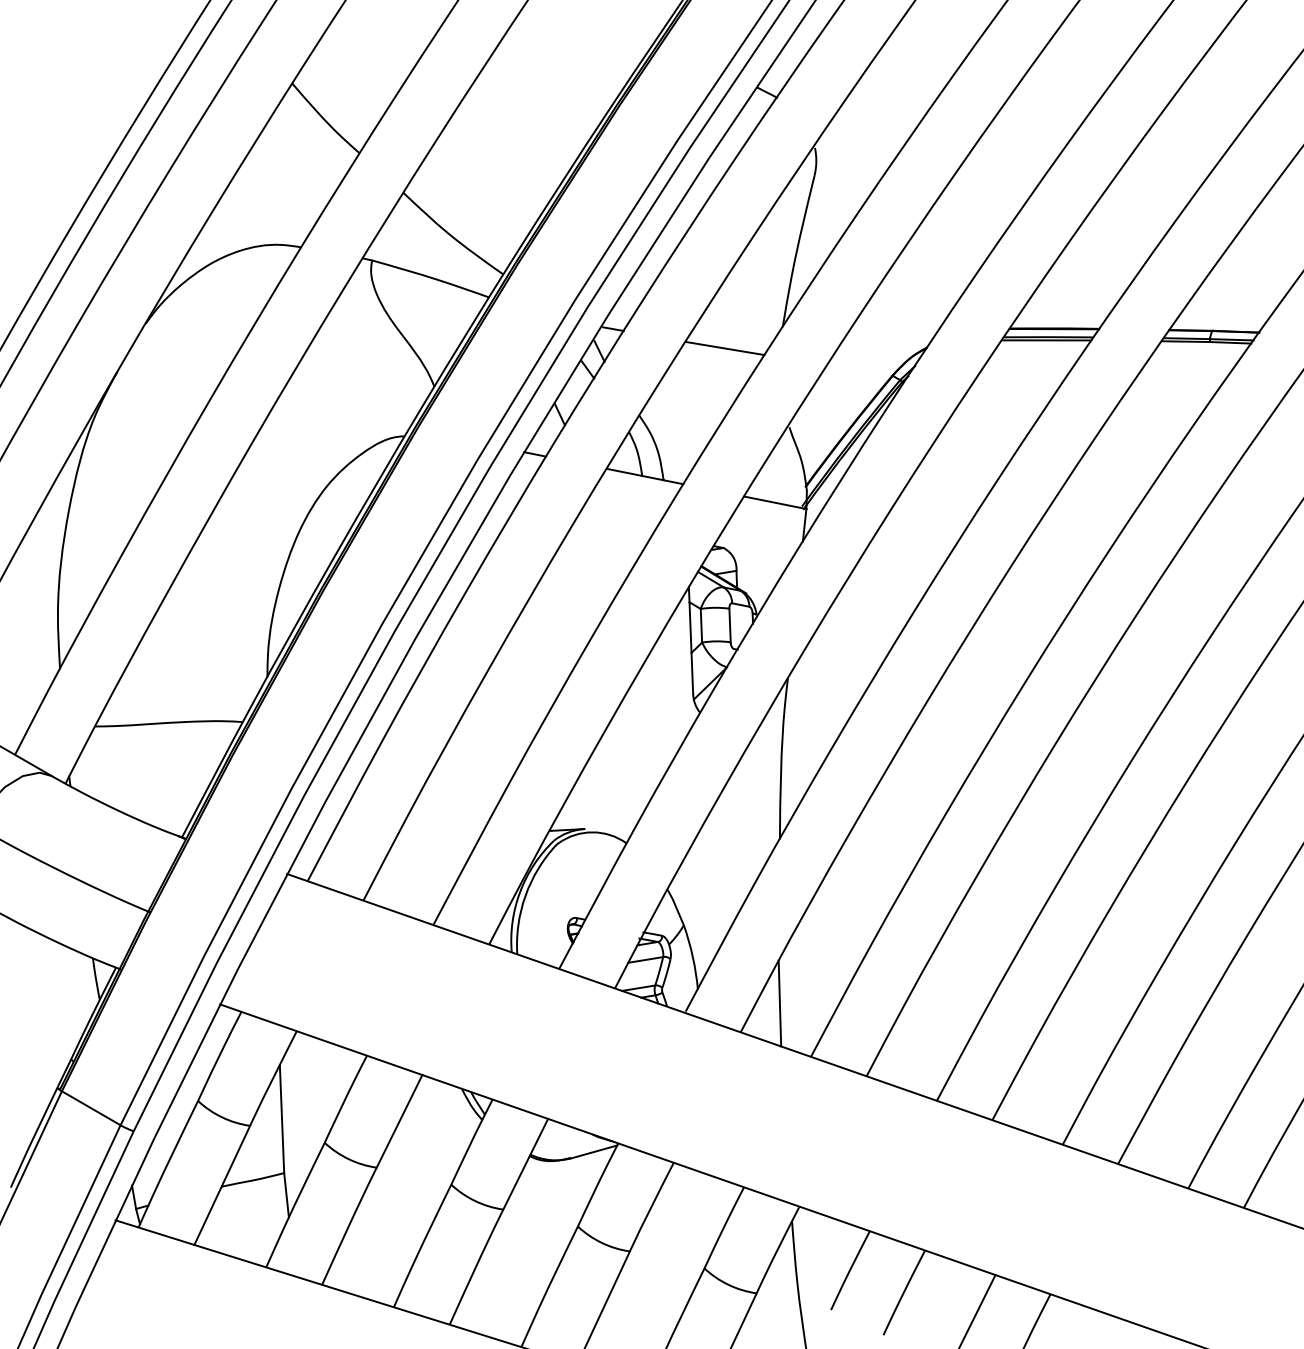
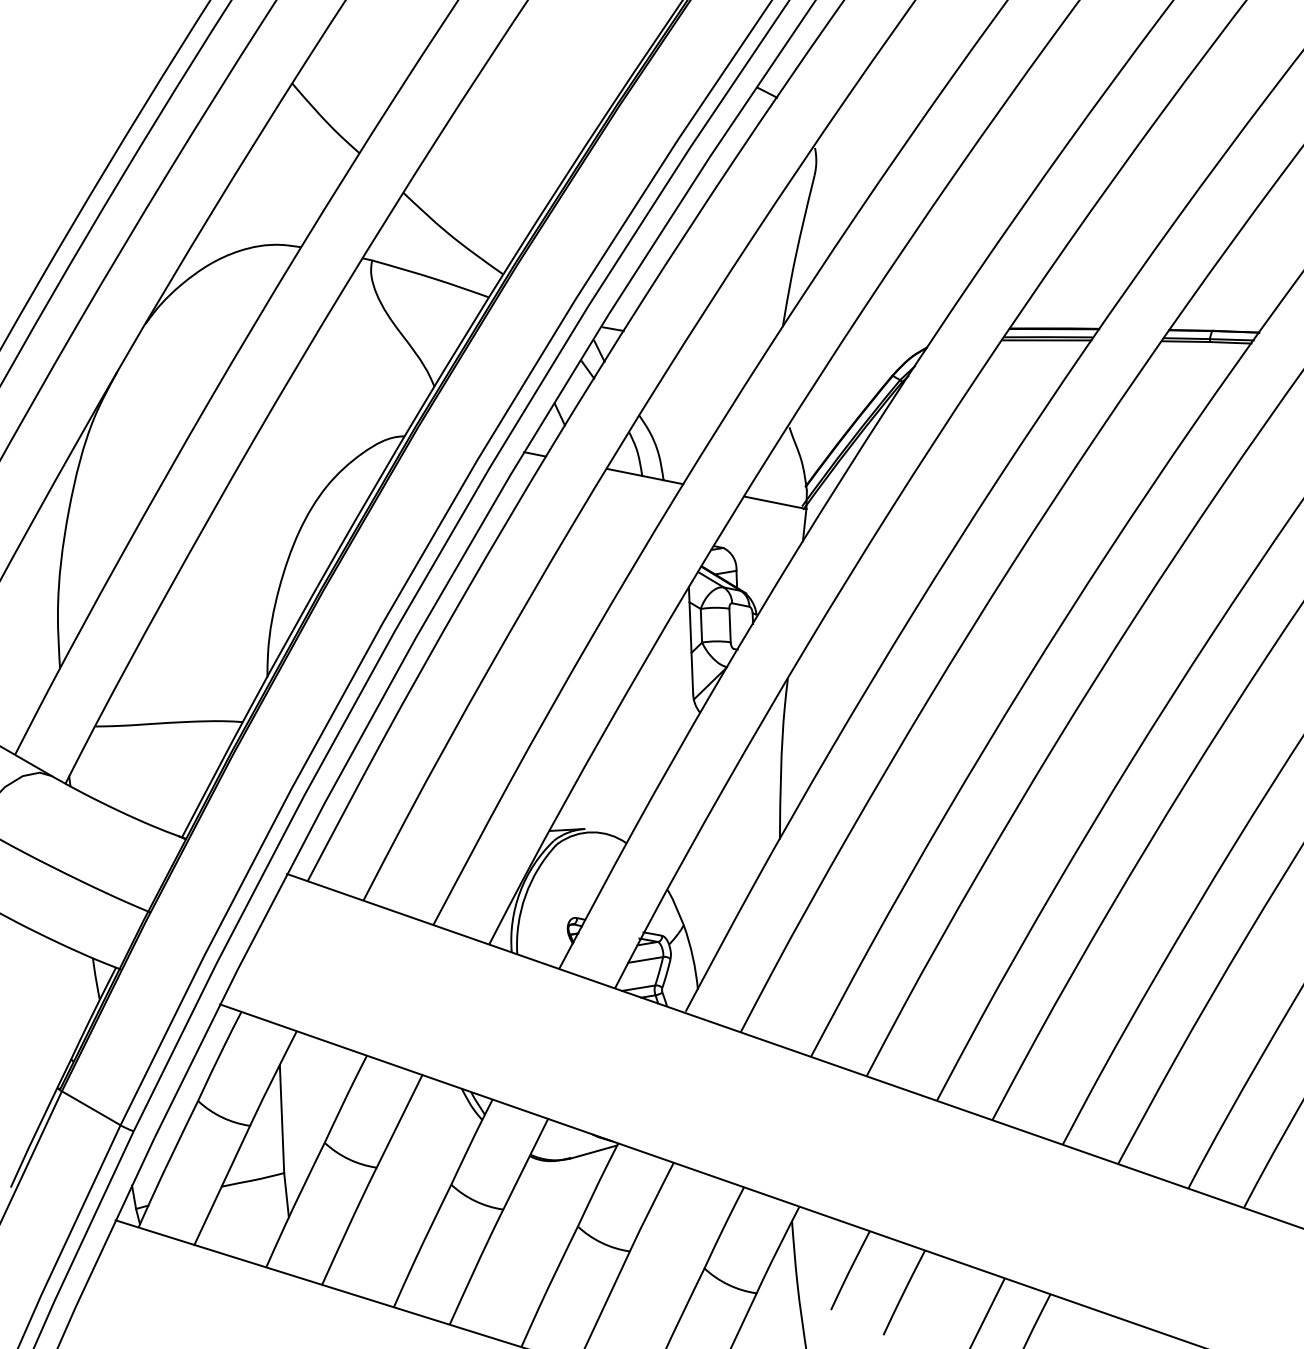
line at (724, 348): present -> none
line at (779, 1003): present -> none
line at (977, 1310) position: (977, 1310) -> (987, 1312)
